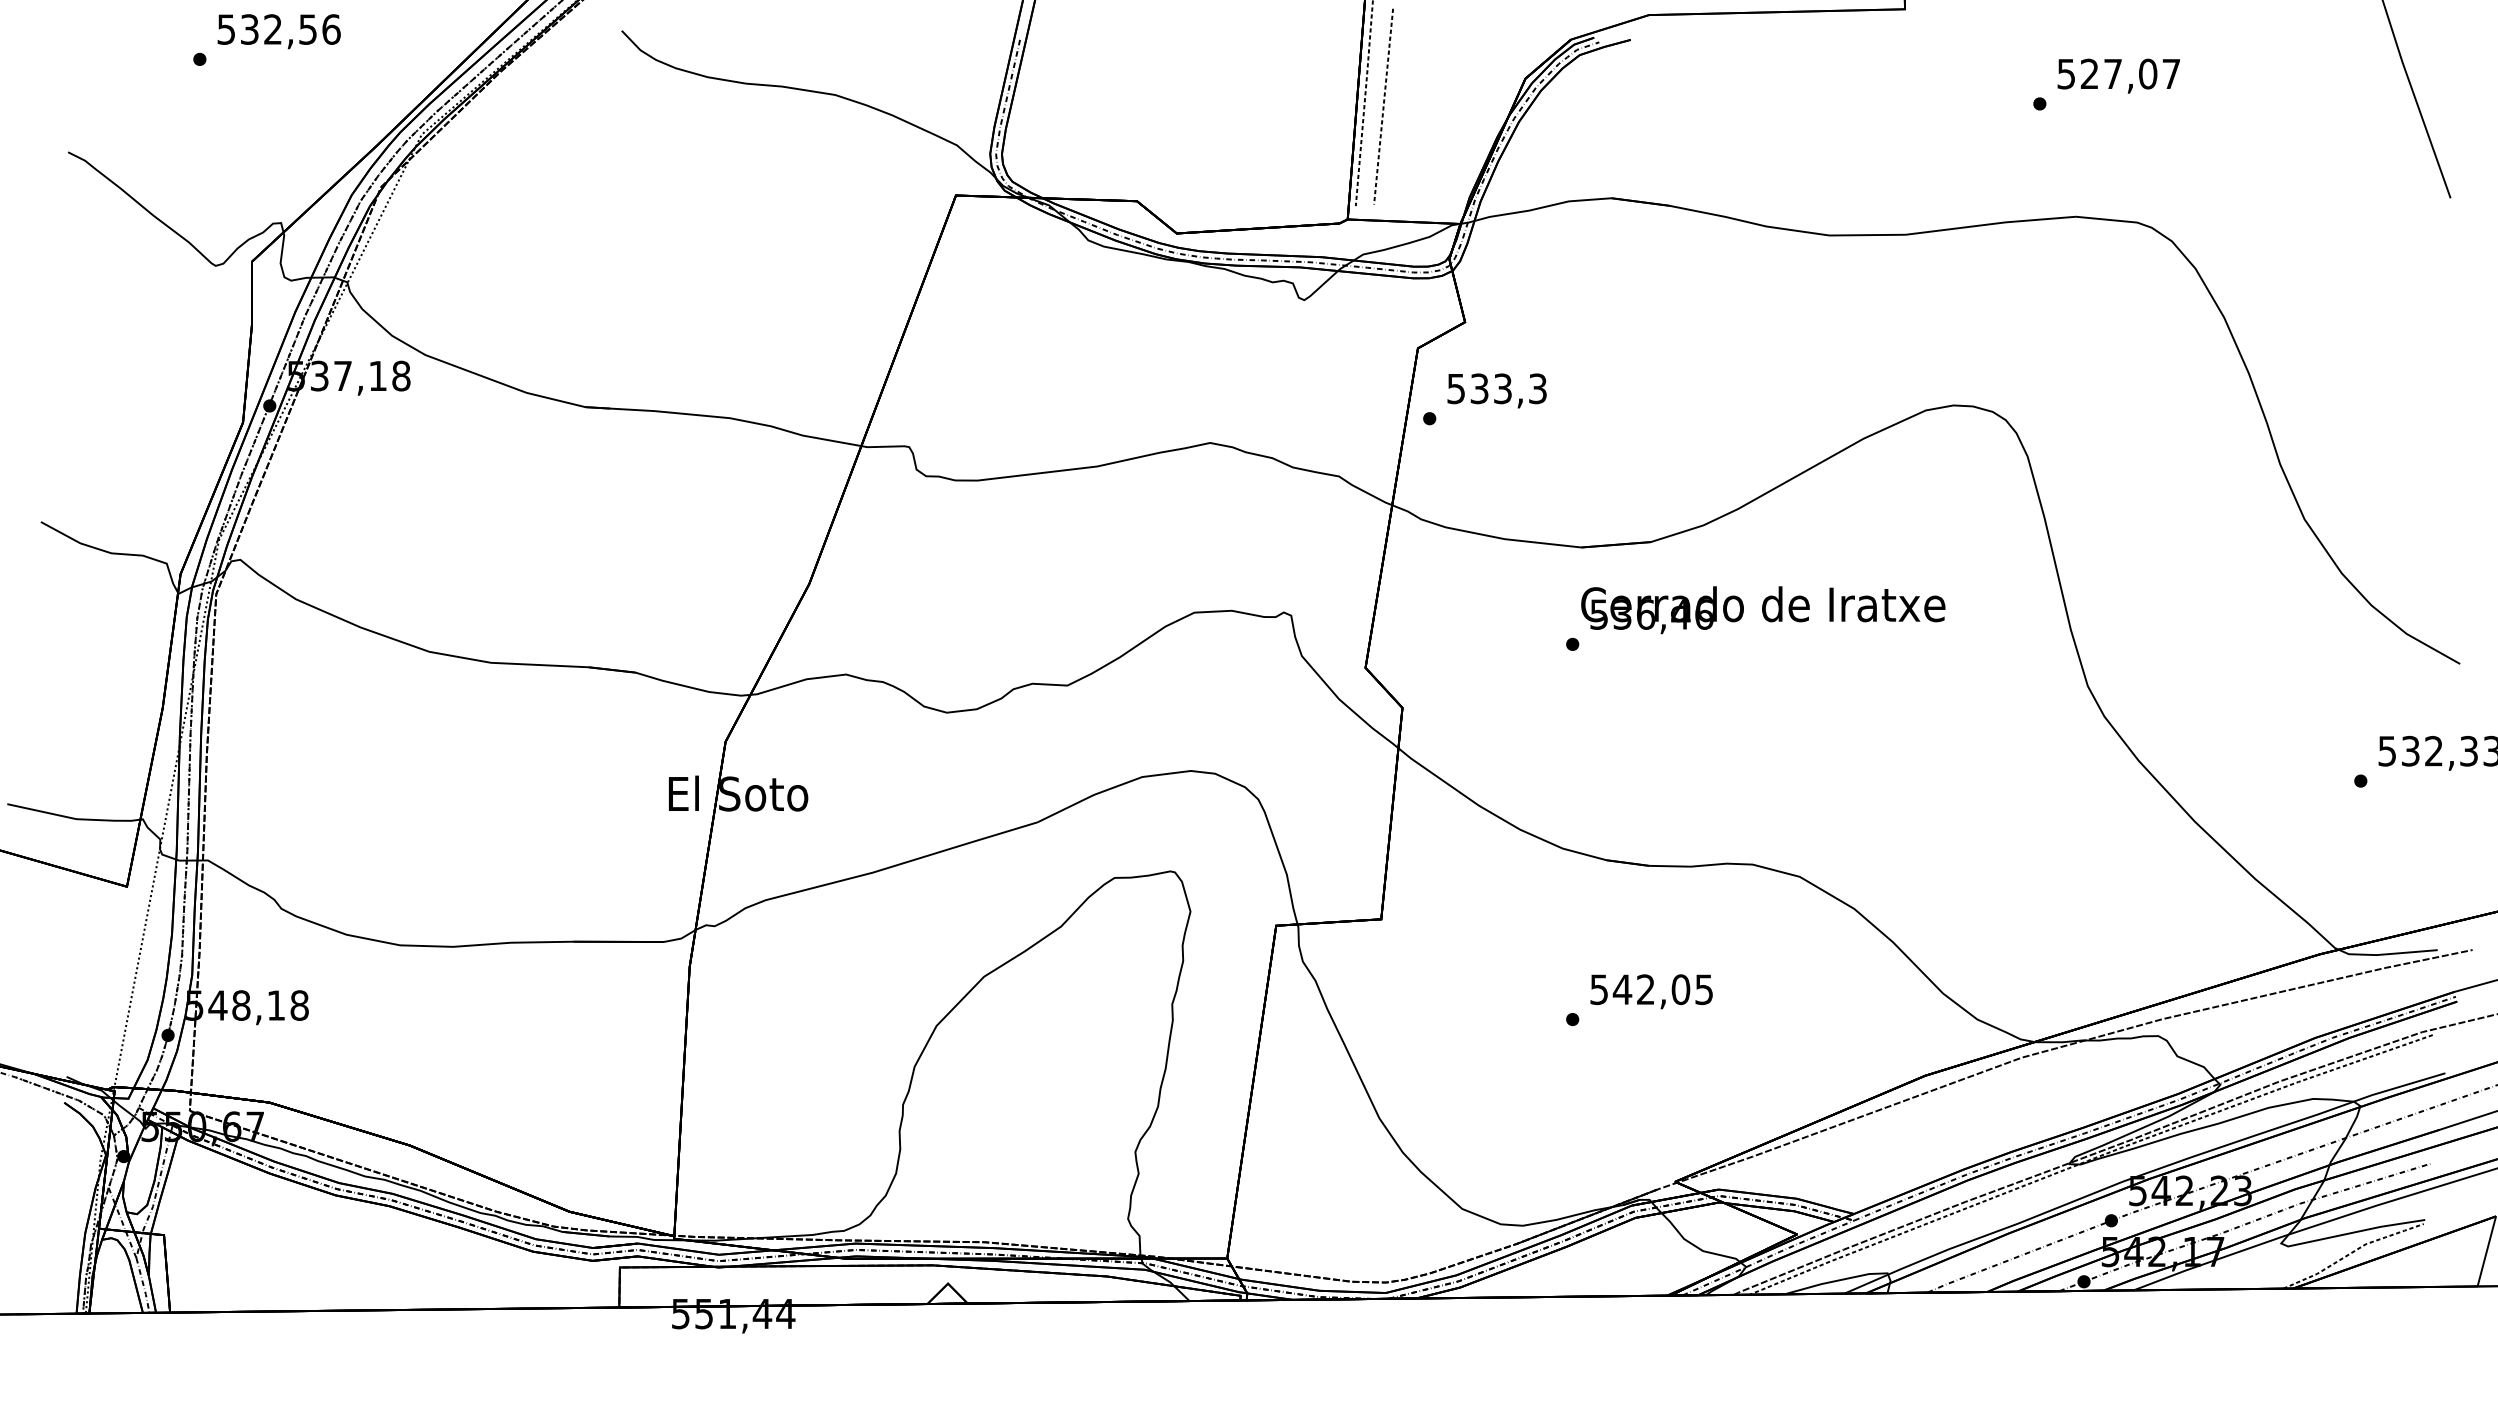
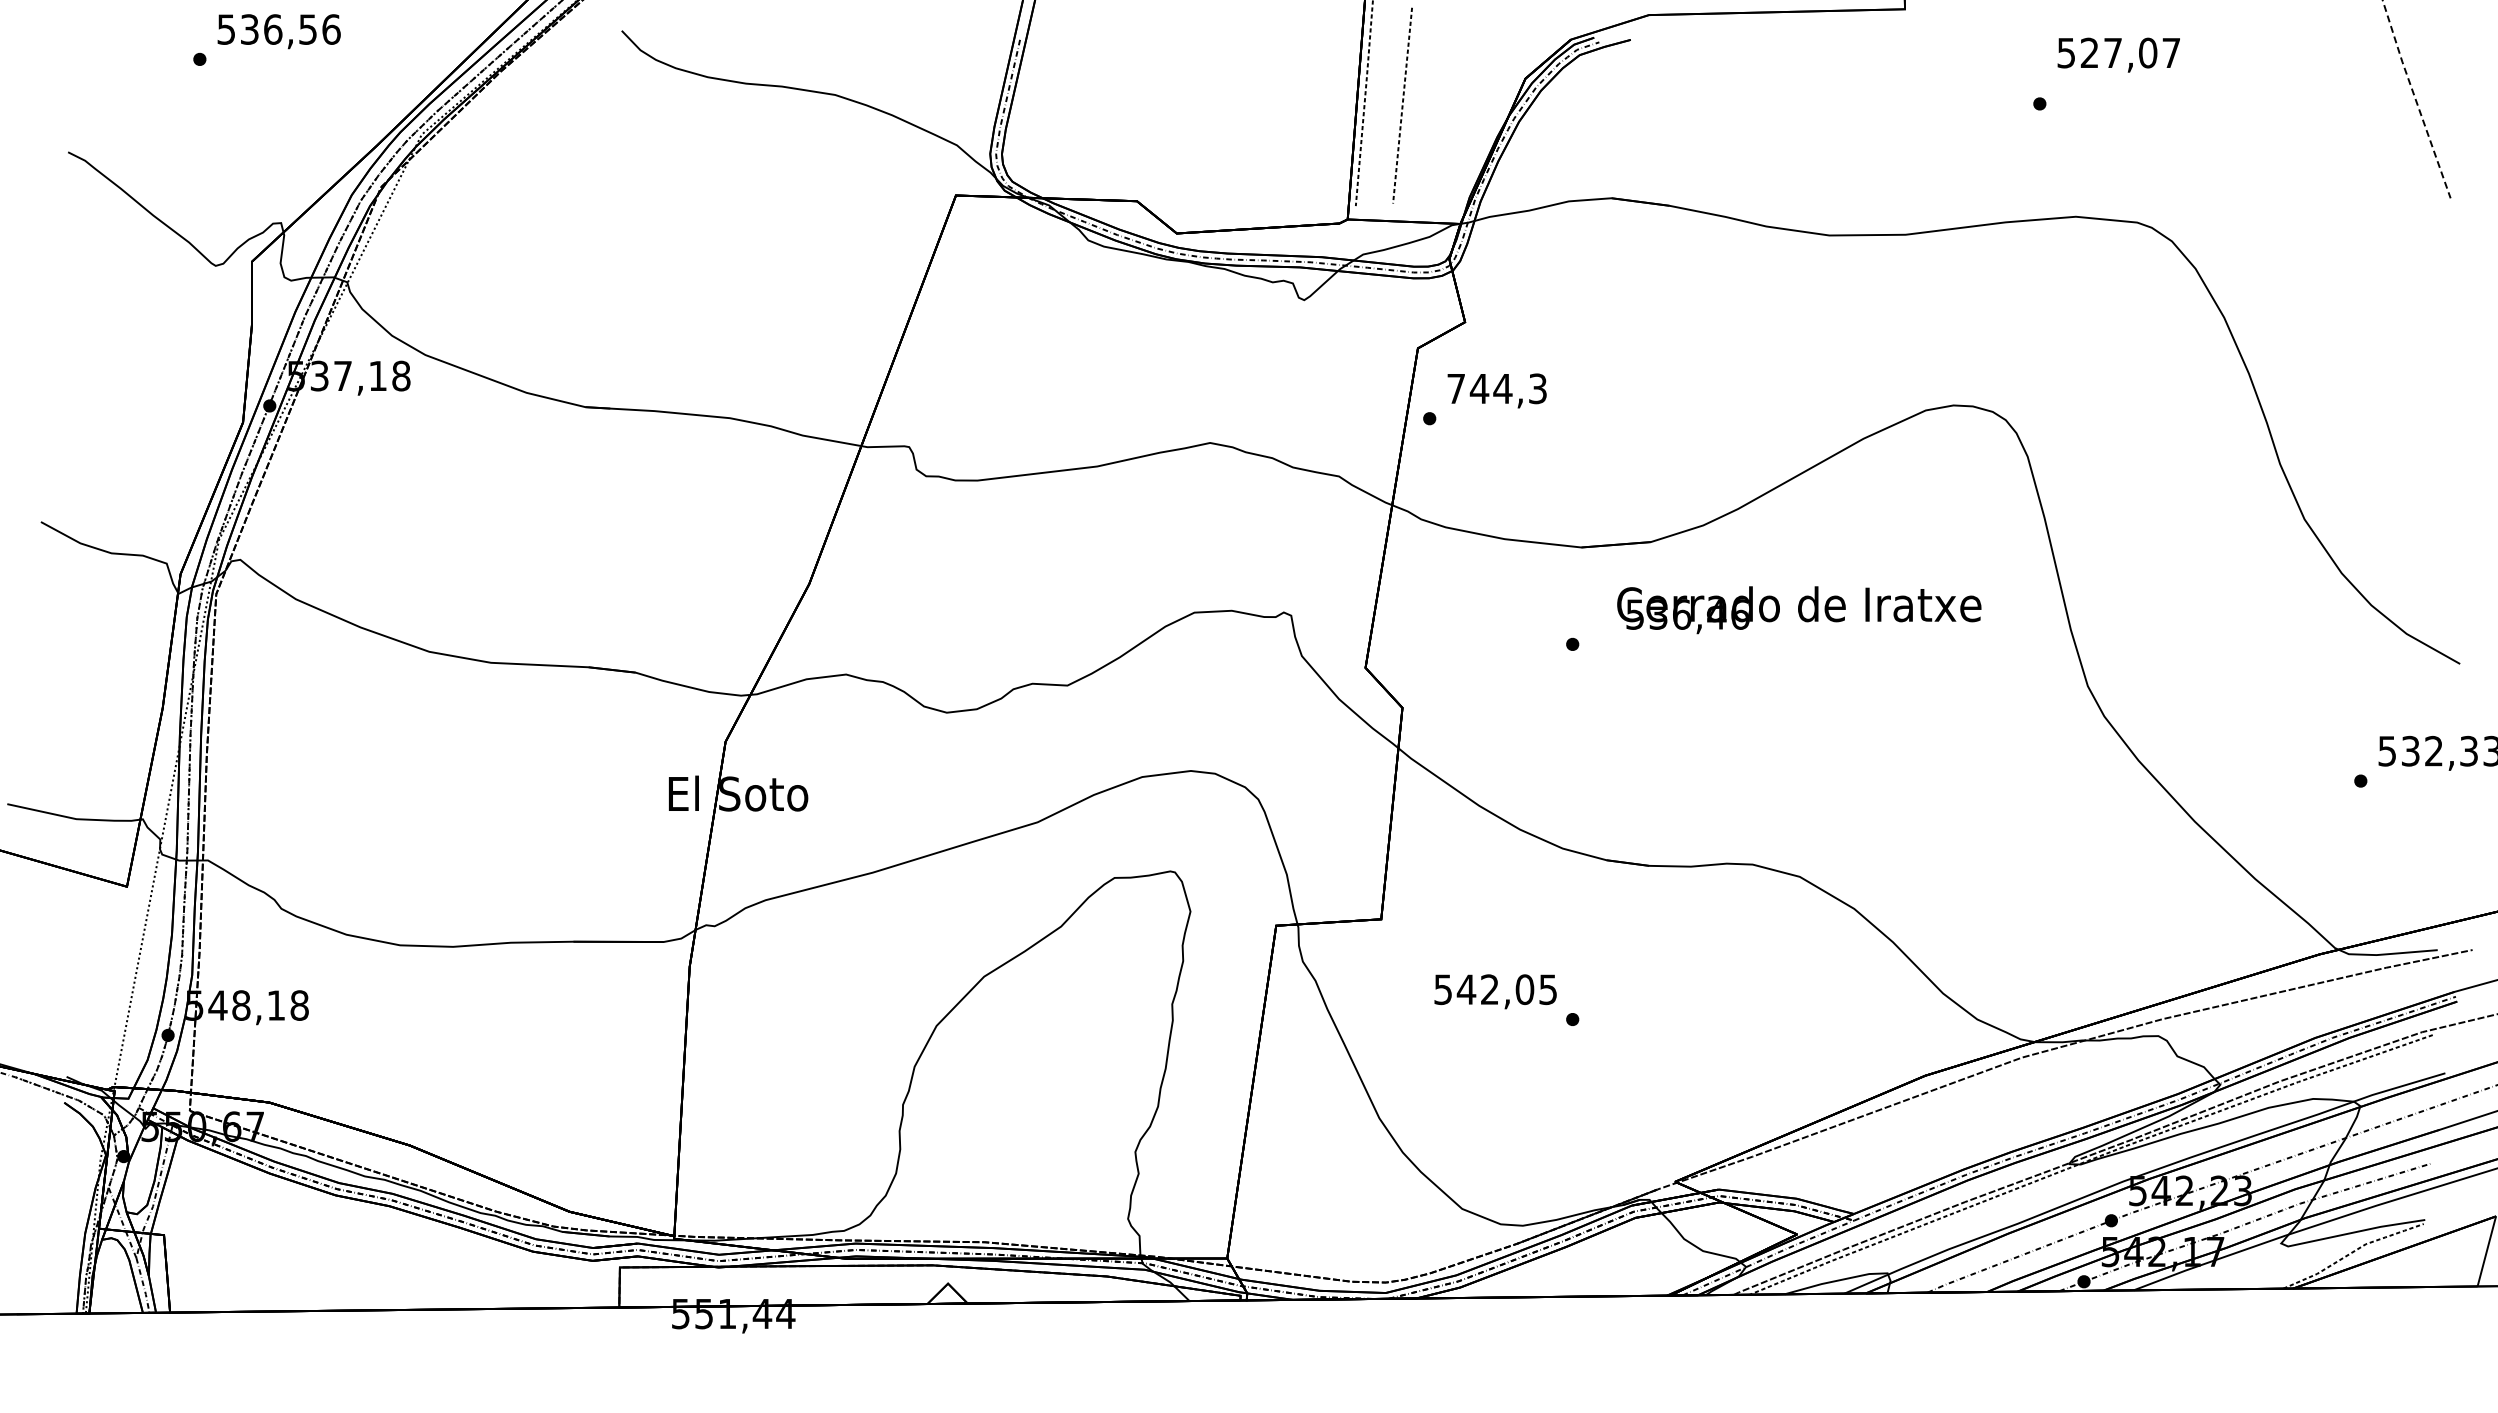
text at (273, 29): 532,56 -> 536,56
text at (2118, 75) position: (2118, 75) -> (2118, 54)
line at (2415, 99): solid -> dashed
line at (1383, 106) position: (1383, 106) -> (1402, 105)
text at (1479, 388): 533,3 -> 744,3
text at (1763, 610) position: (1763, 610) -> (1799, 610)
text at (1651, 991) position: (1651, 991) -> (1495, 991)
